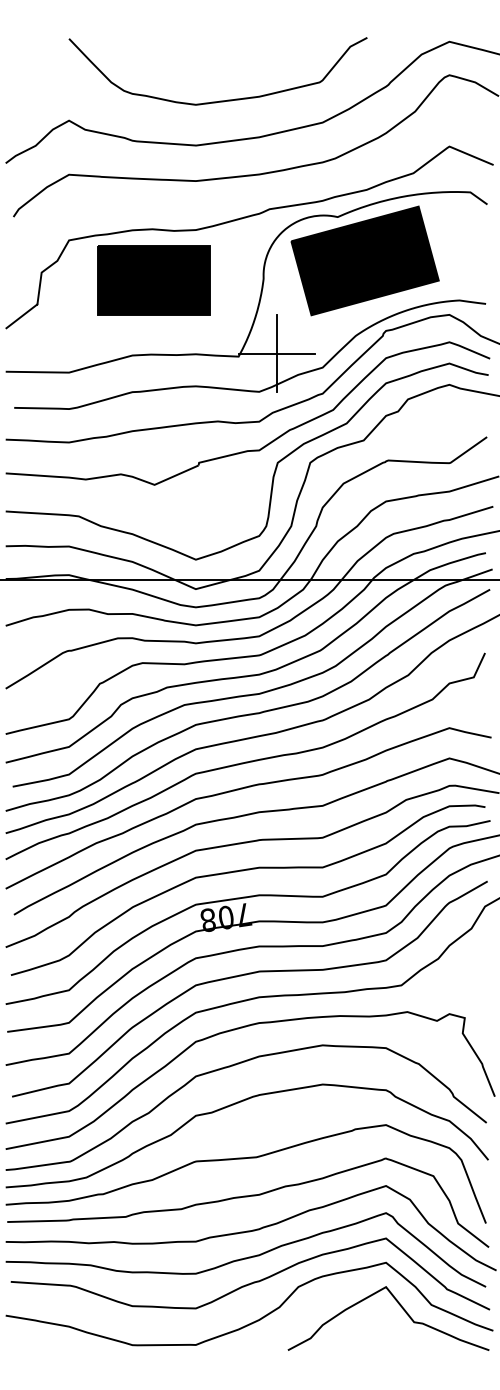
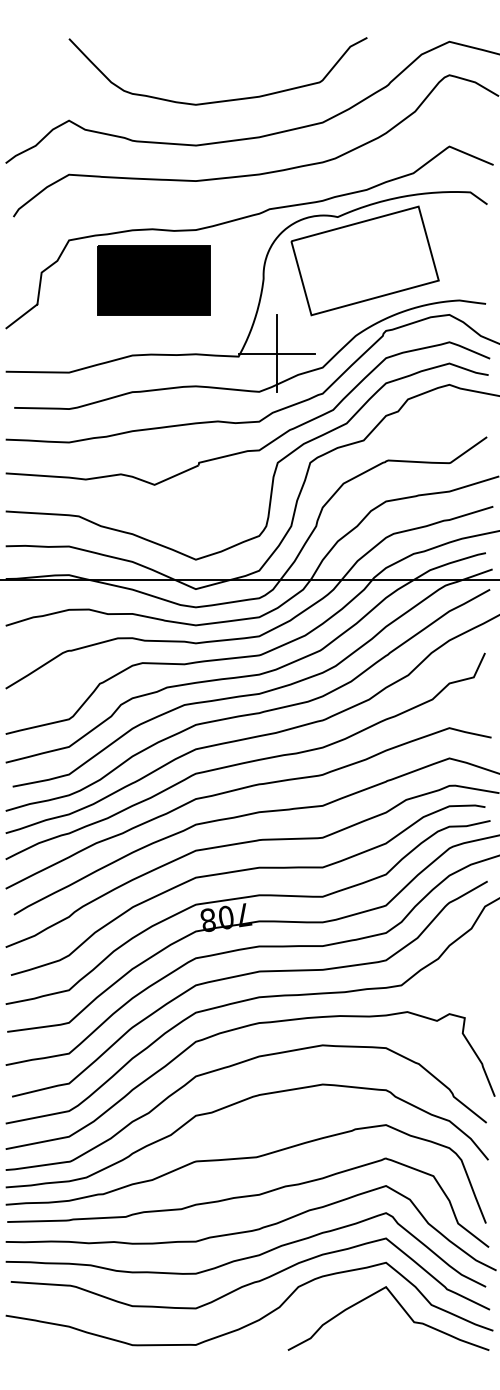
fill at (364, 260): present -> none
